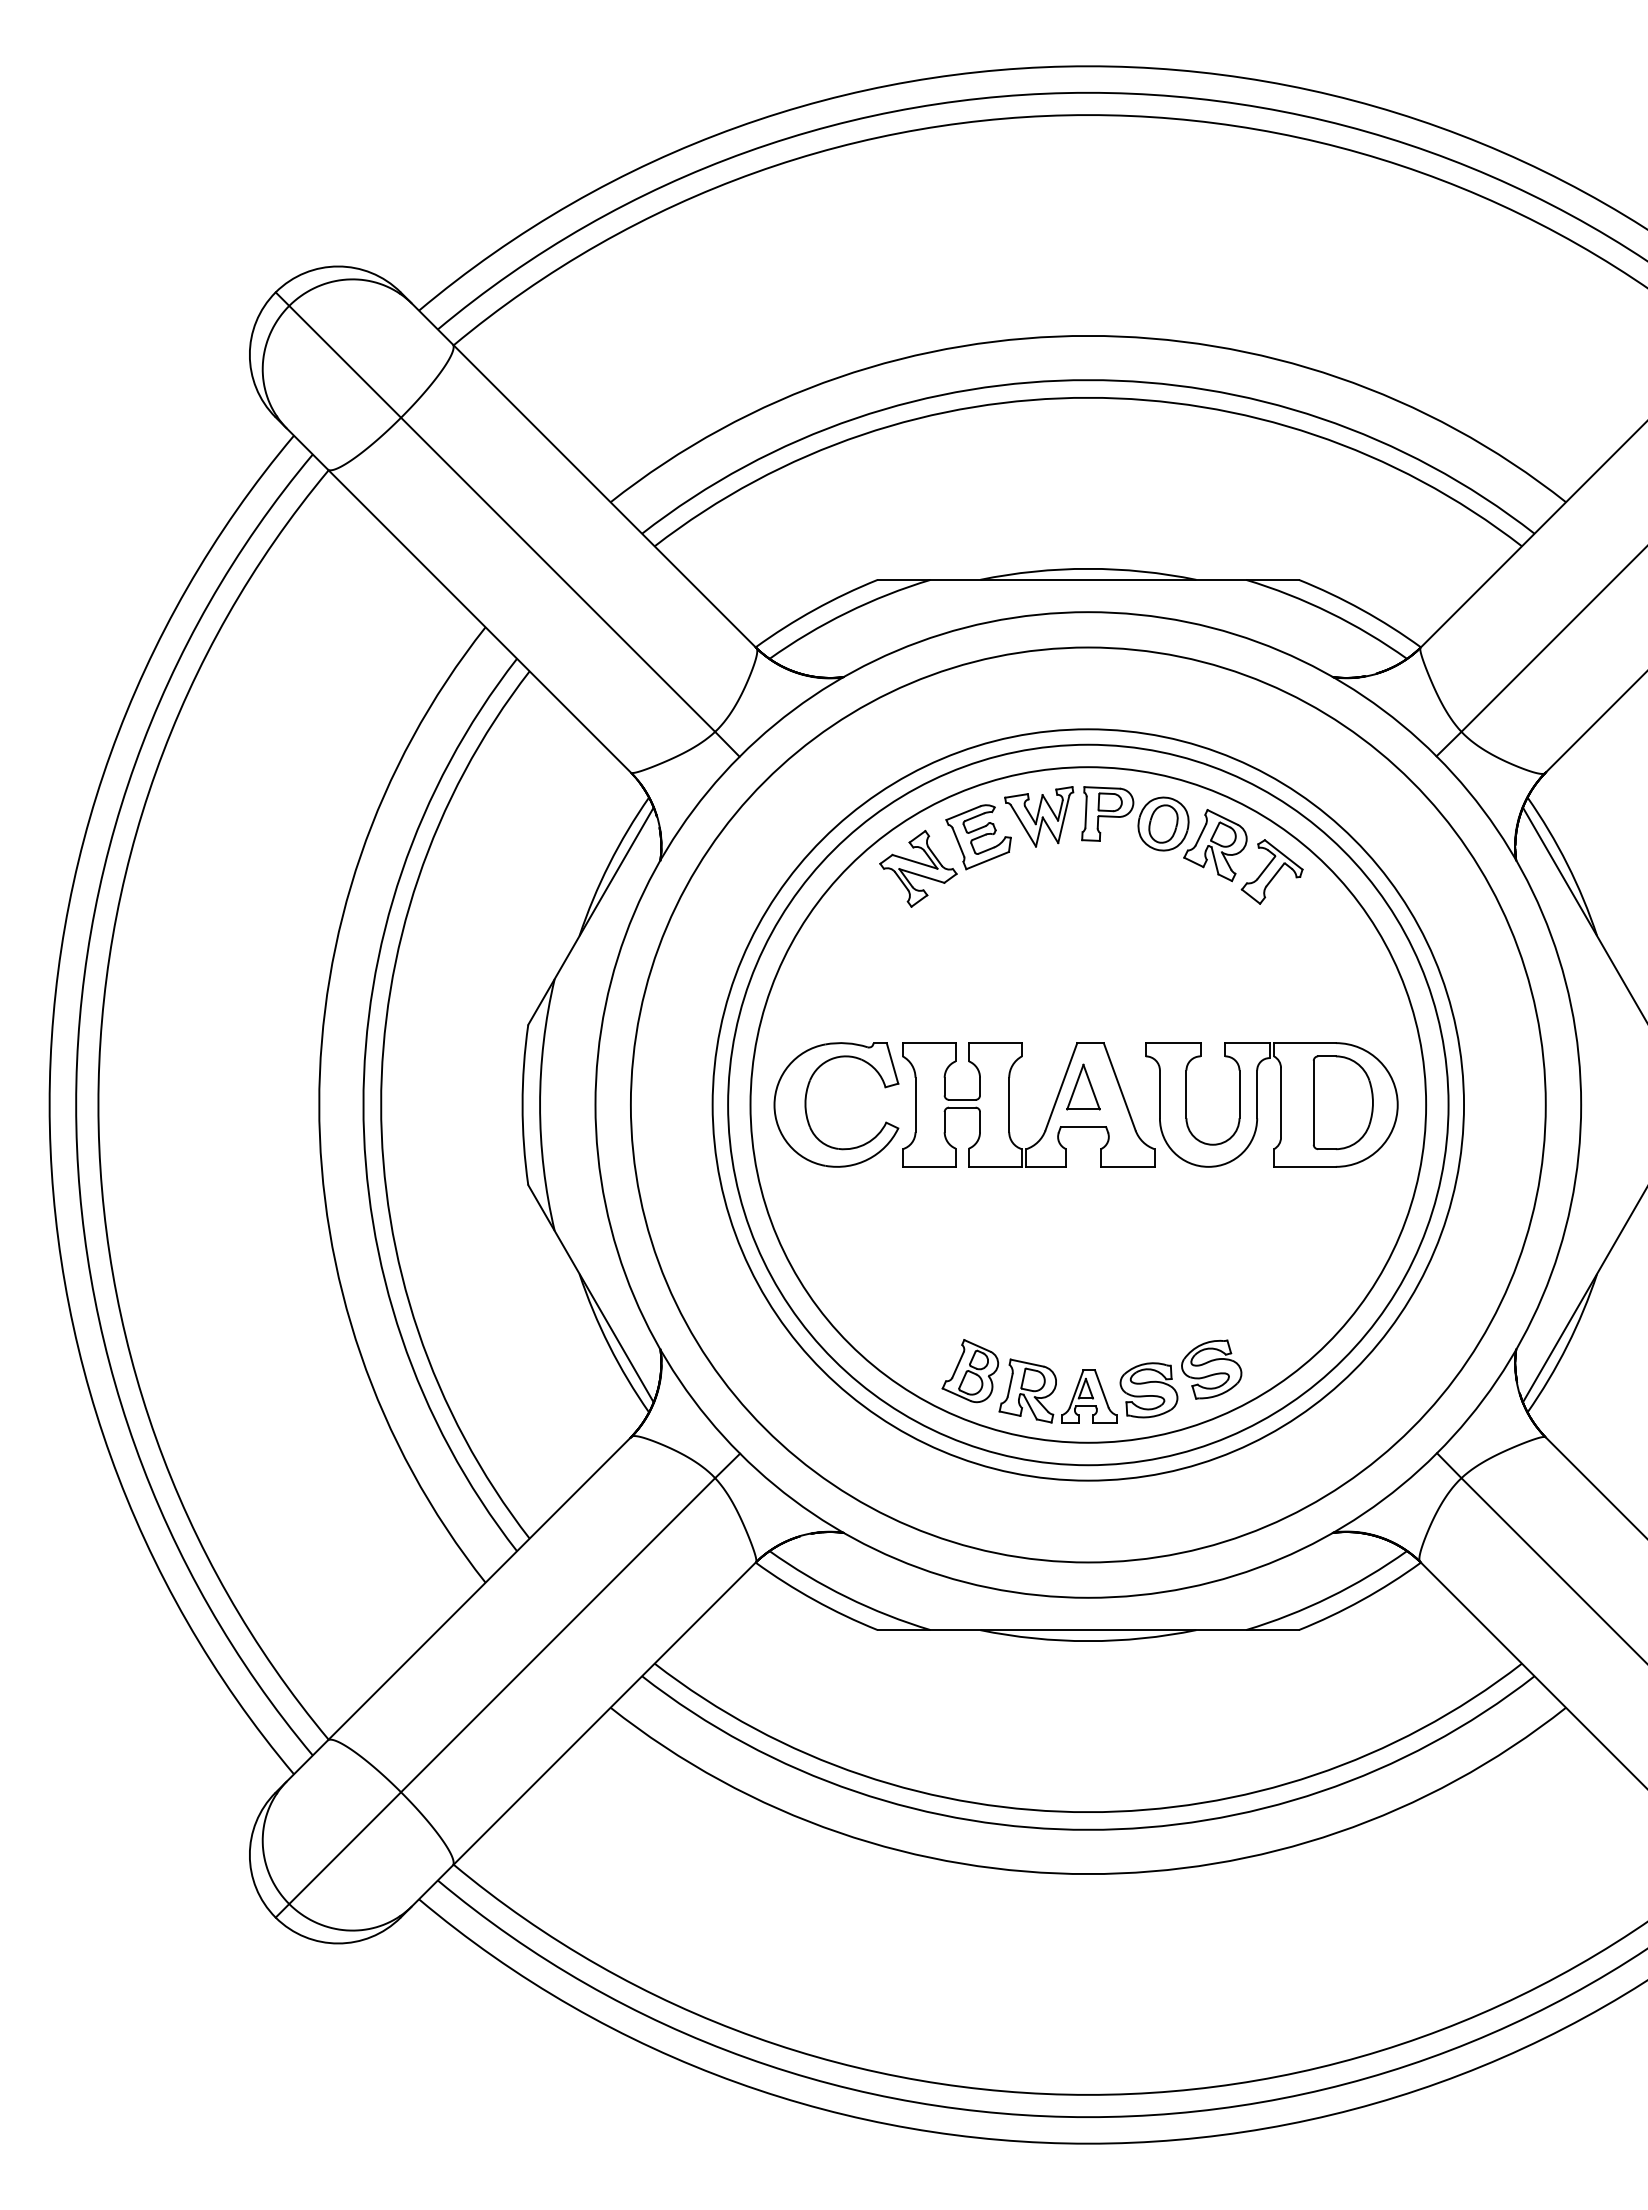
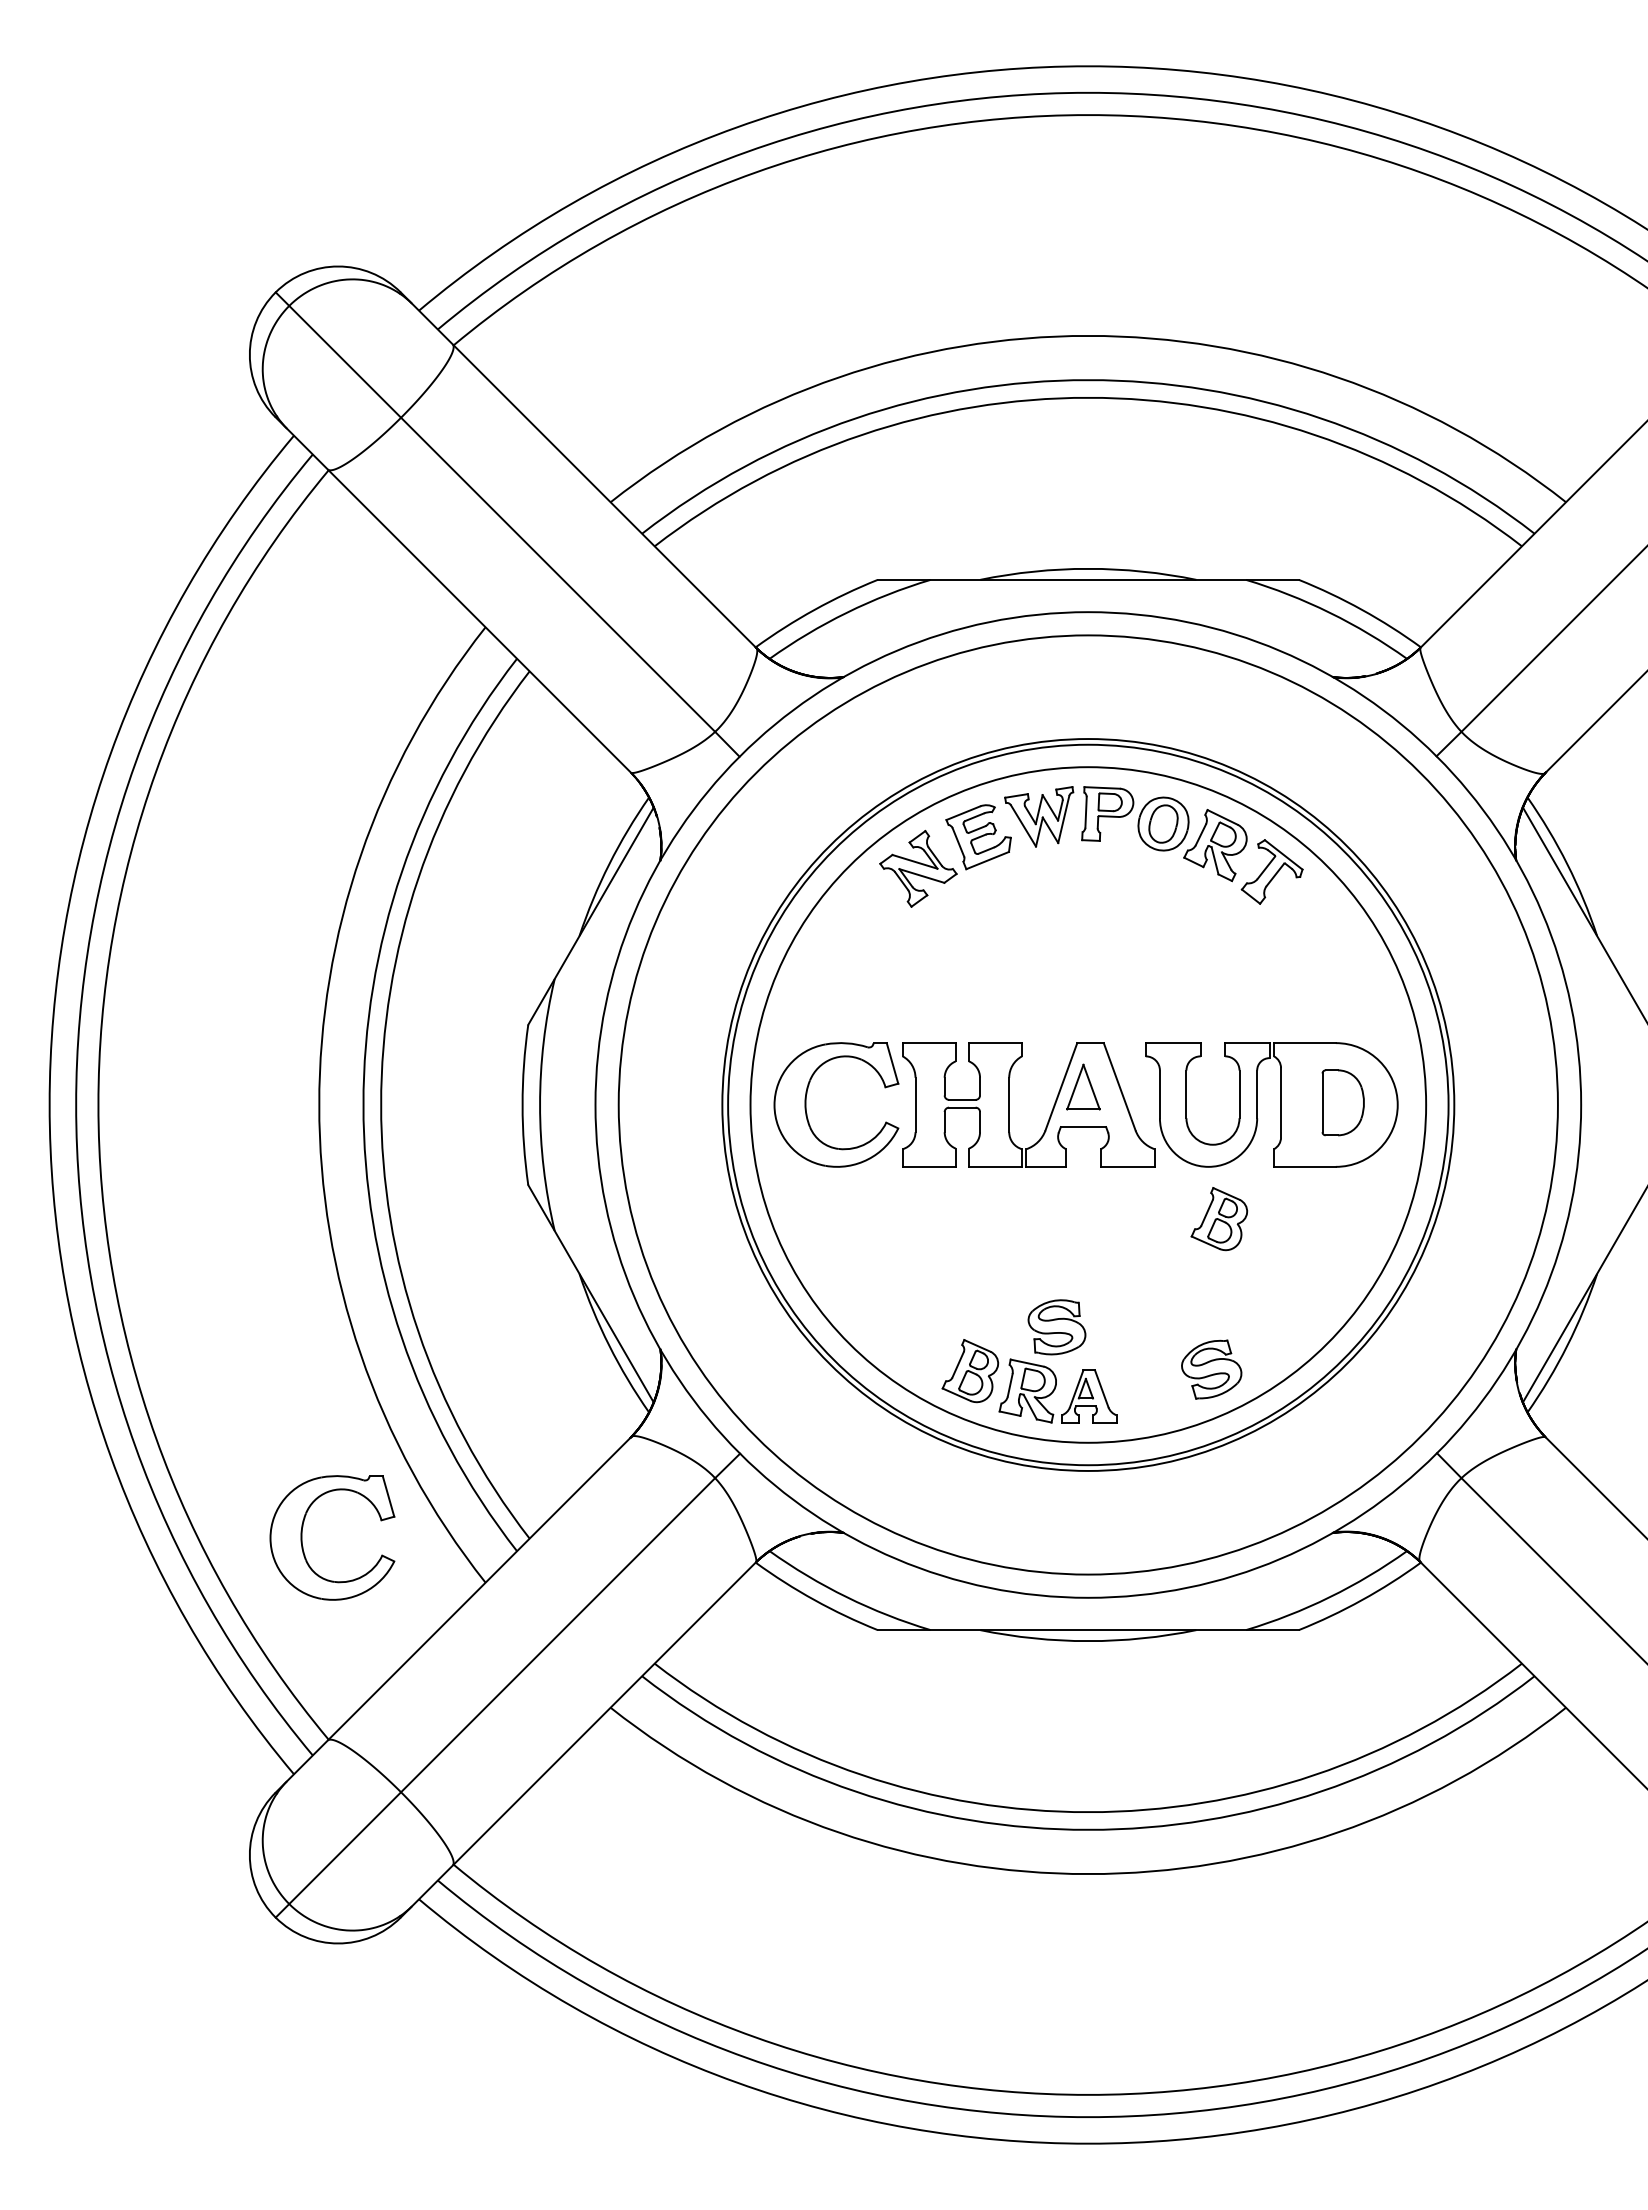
part at (1342, 1102) size: 62x96 px -> 44x68 px
circle at (1087, 1104) diameter: 915 px -> 732 px
circle at (1088, 1104) diameter: 751 px -> 939 px
part at (1219, 1219): none -> present
part at (1148, 1390) position: (1148, 1390) -> (1056, 1327)
part at (302, 1537): none -> present
